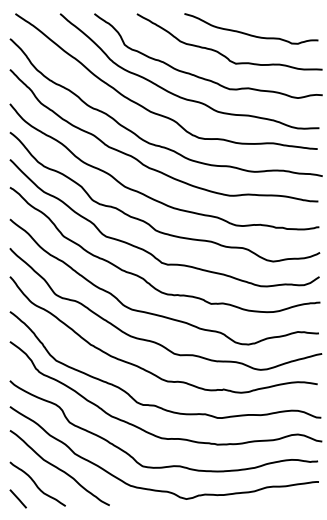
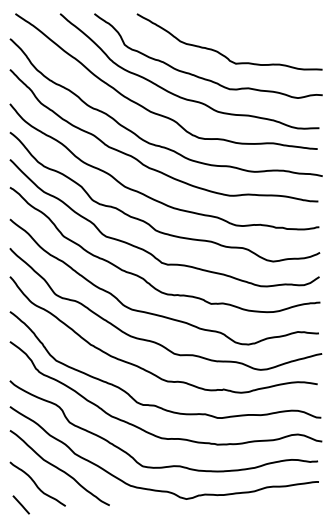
curve at (248, 33): present -> none
line at (17, 498) position: (17, 498) -> (20, 504)
